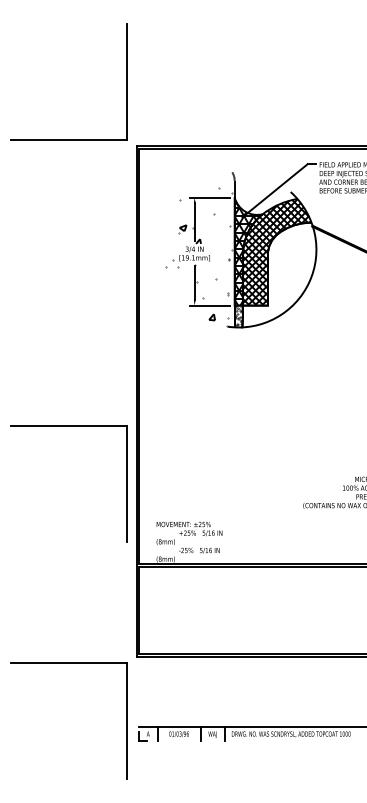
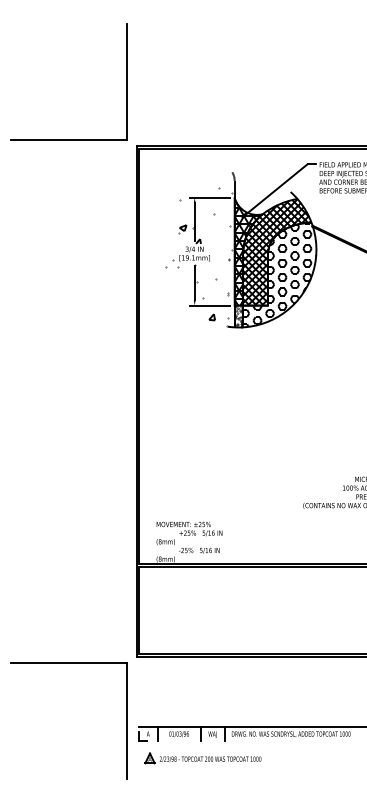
hatch at (279, 274): none -> present
part at (68, 426): present -> none
part at (202, 758): none -> present
